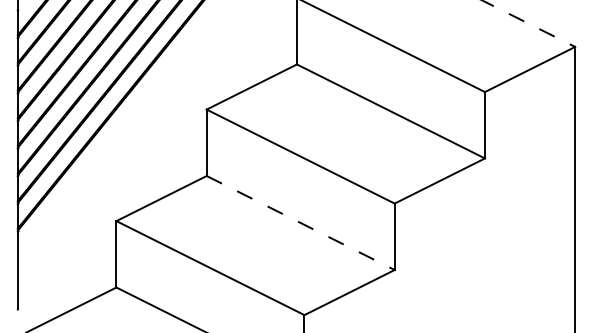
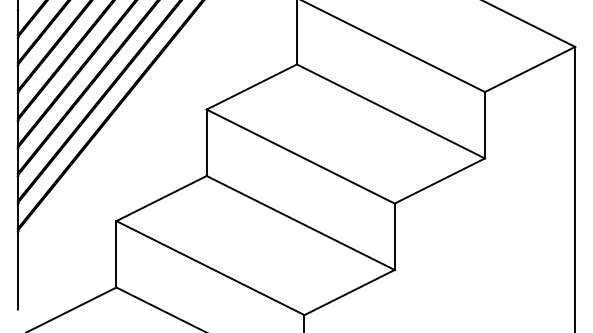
line at (528, 23): dashed -> solid
line at (301, 223): dashed -> solid
